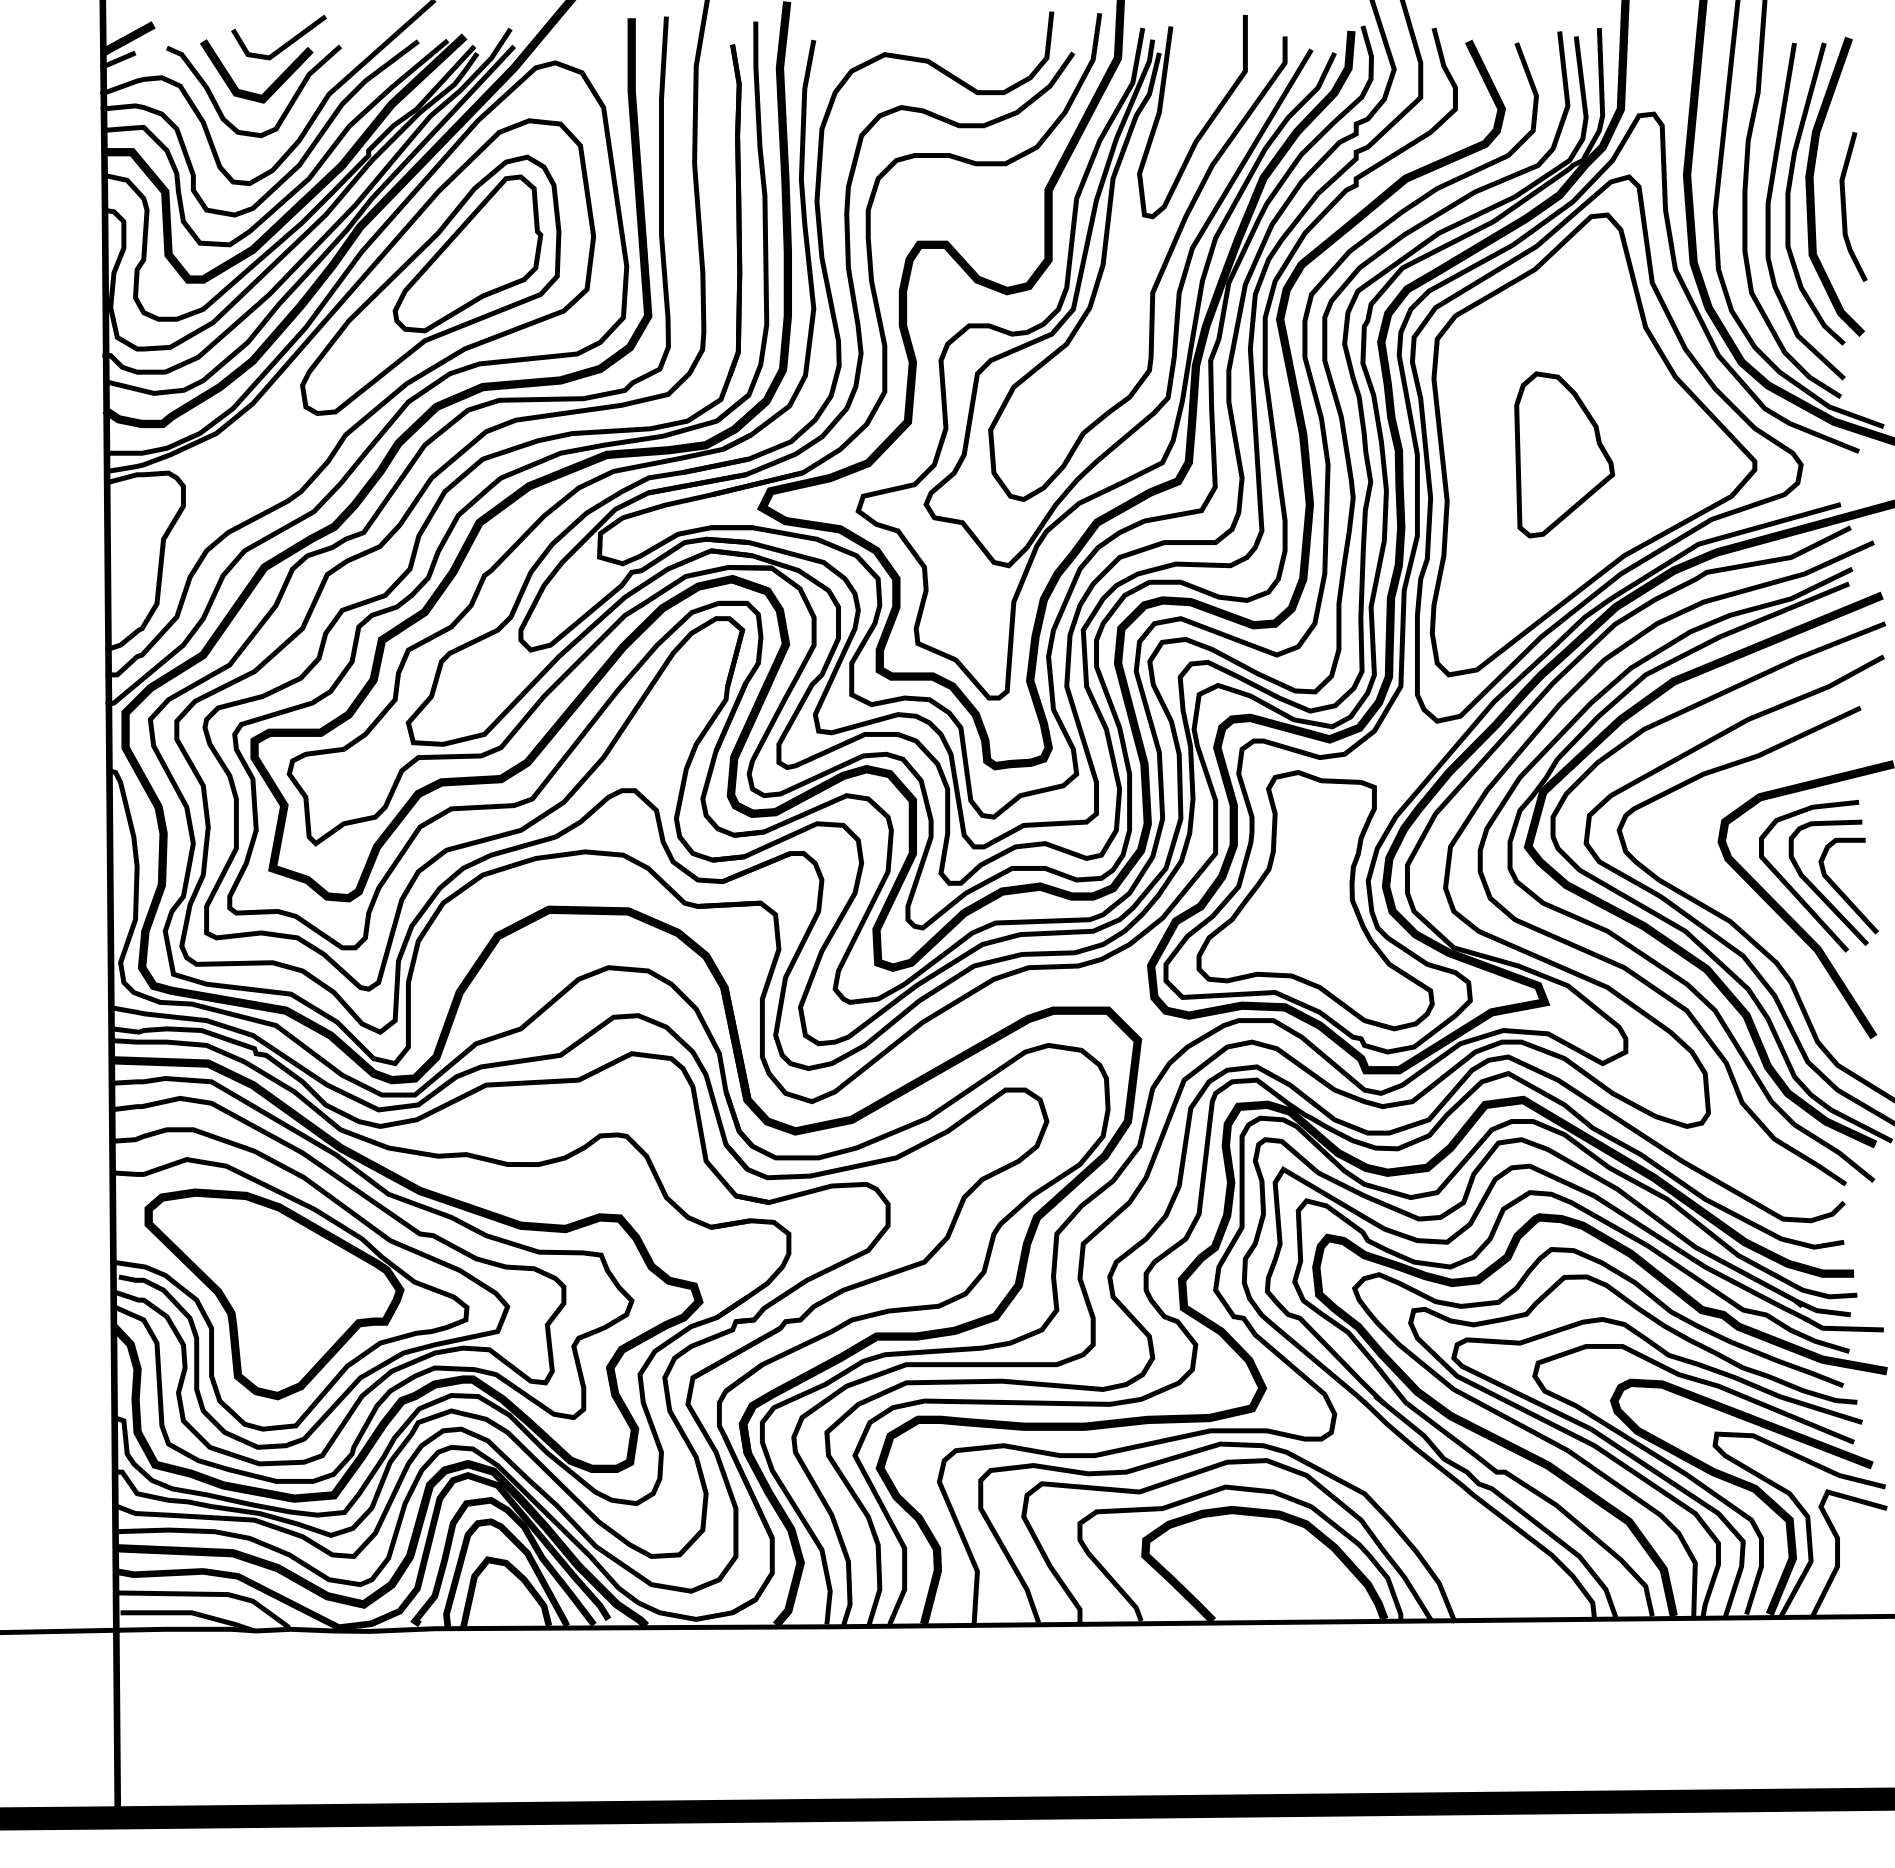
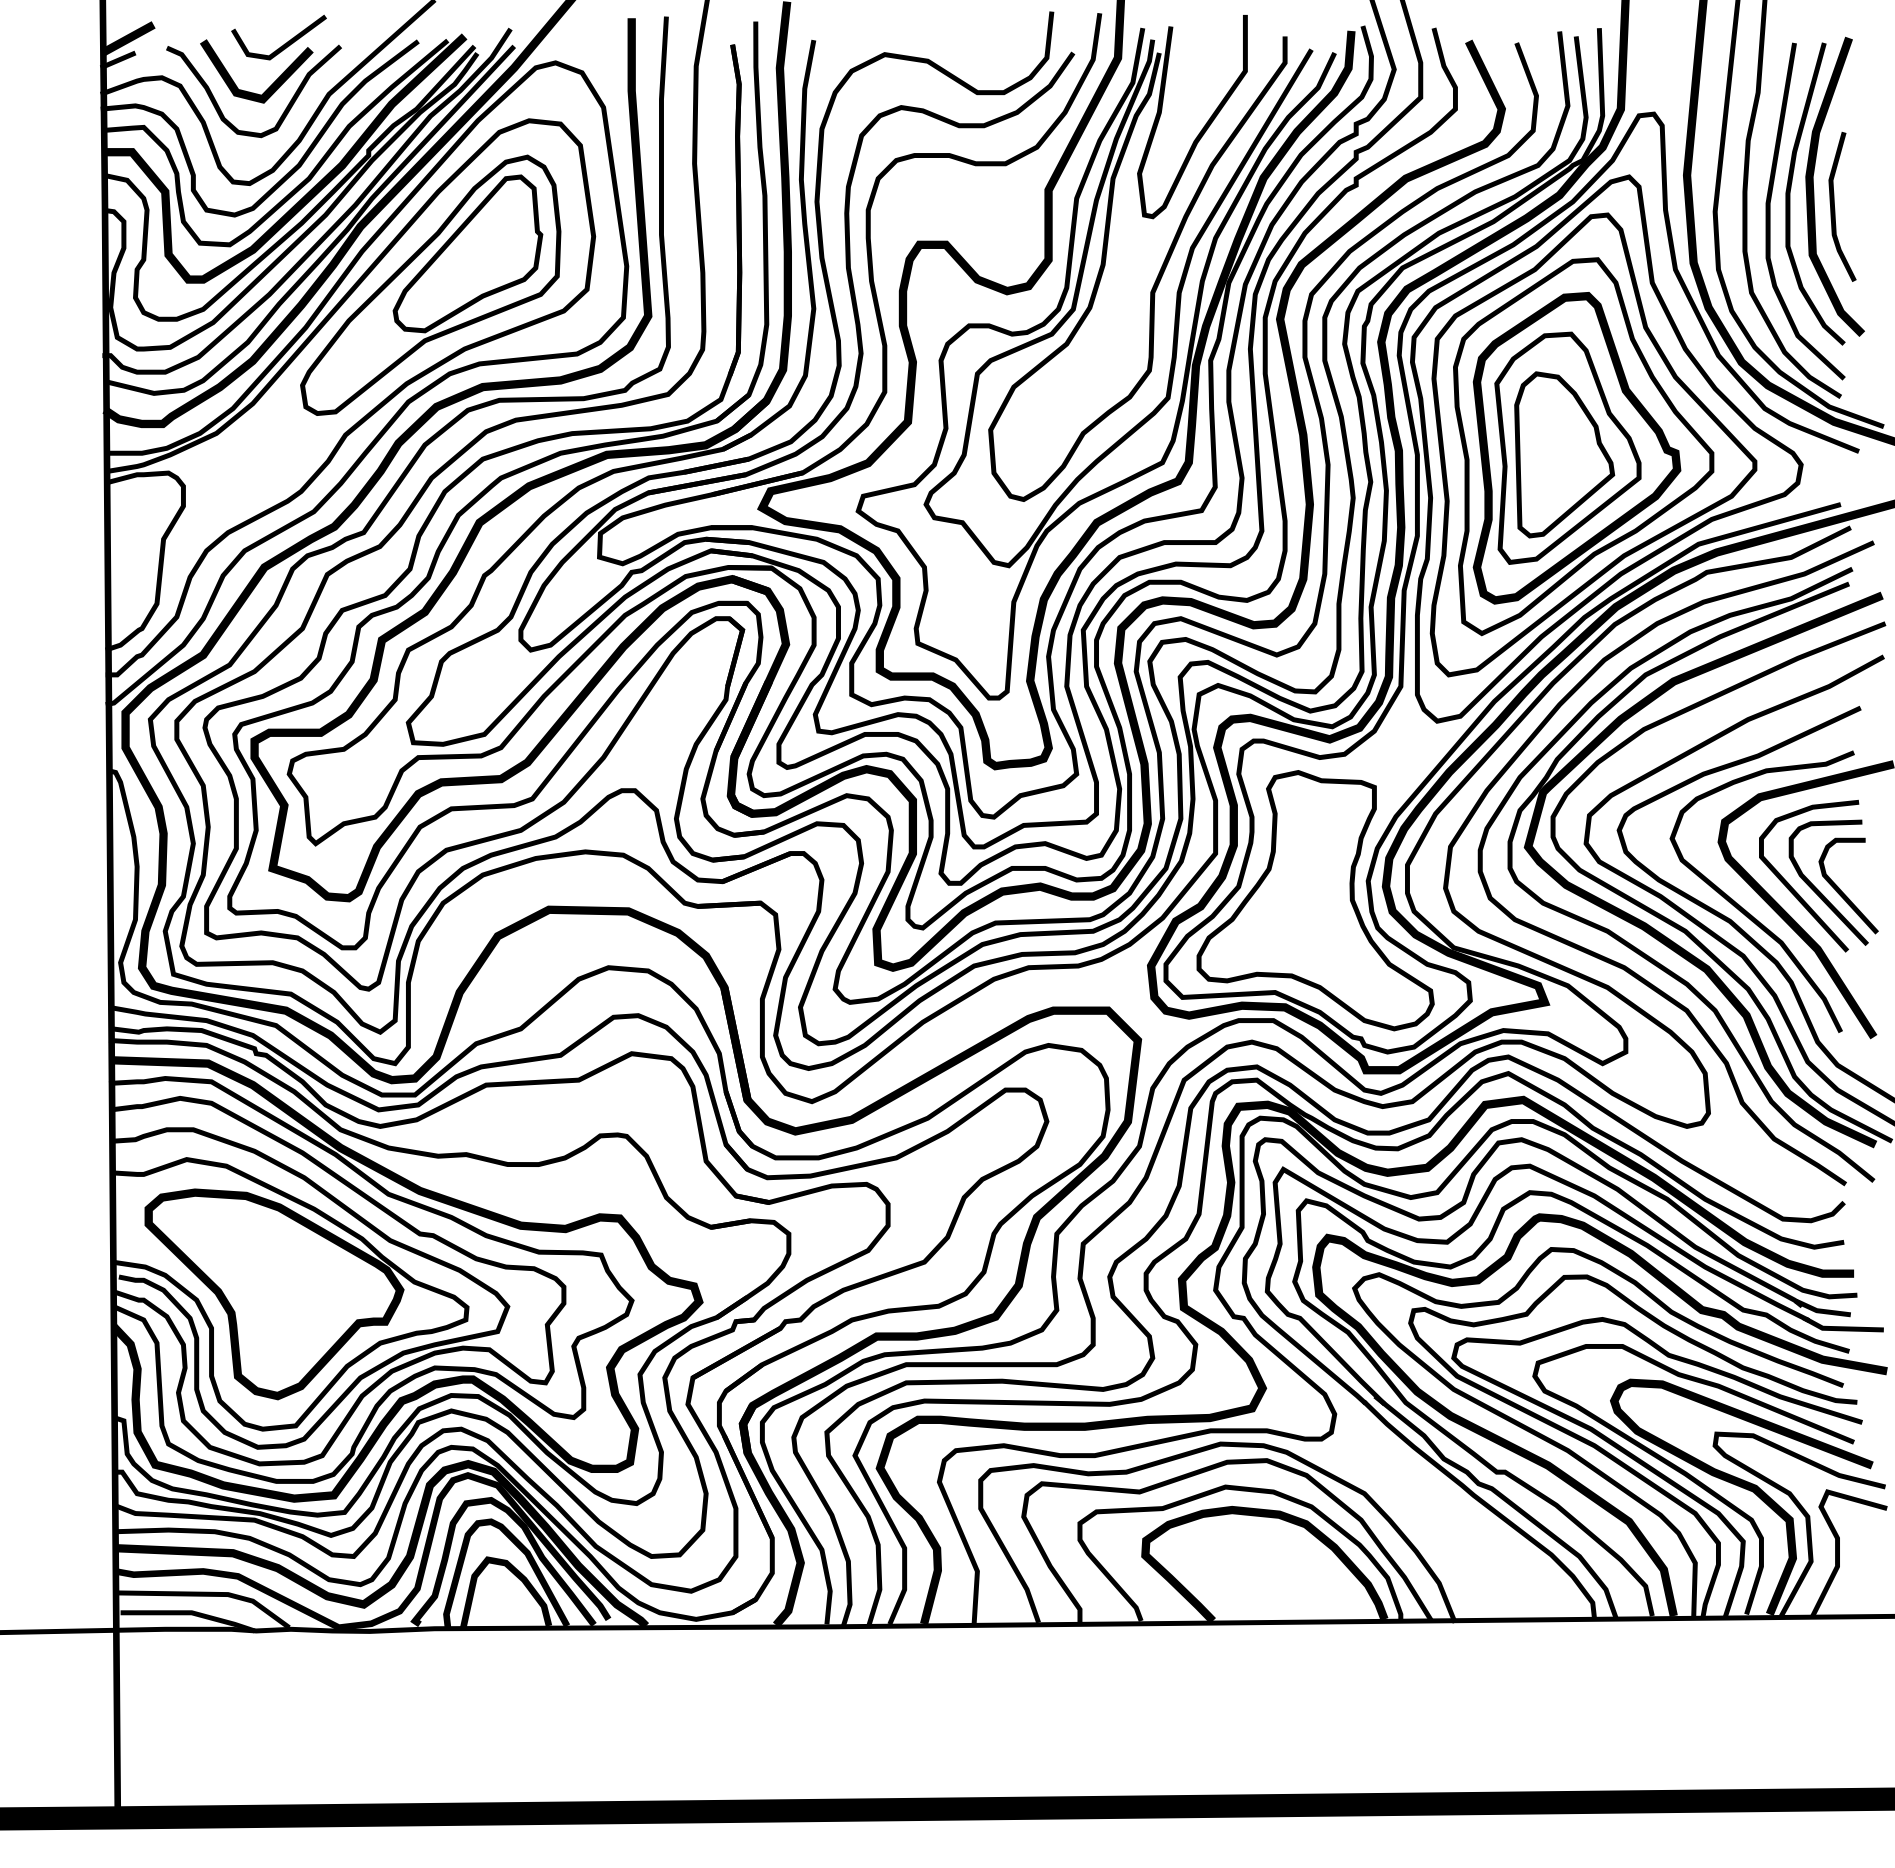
line at (1846, 208) position: (1846, 208) -> (1835, 208)
part at (1583, 446): none -> present
curve at (1744, 908): none -> present
